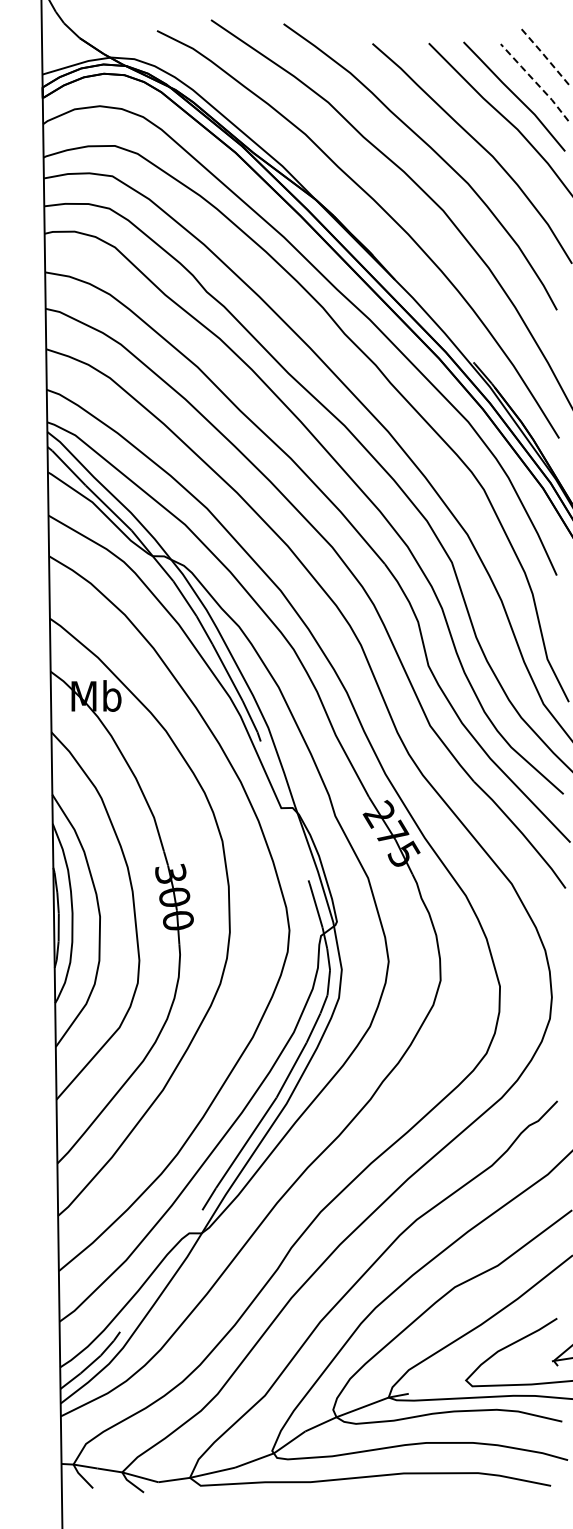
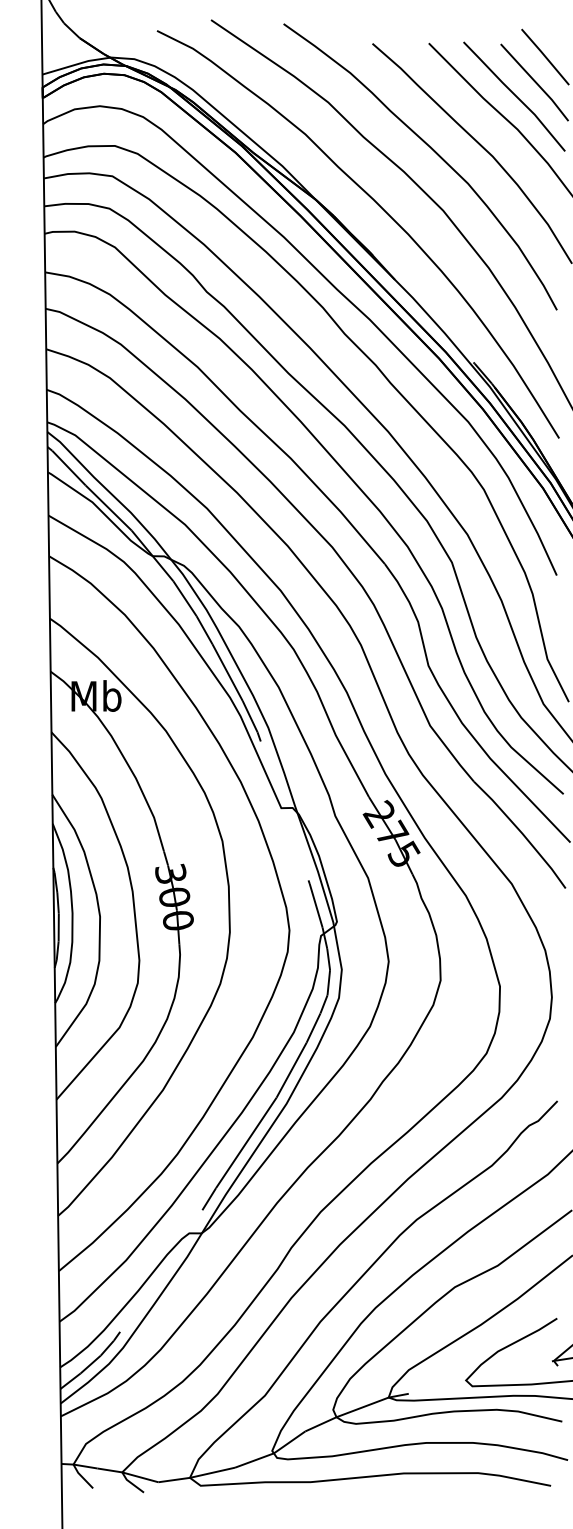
line at (545, 56): dashed -> solid
line at (535, 81): dashed -> solid
